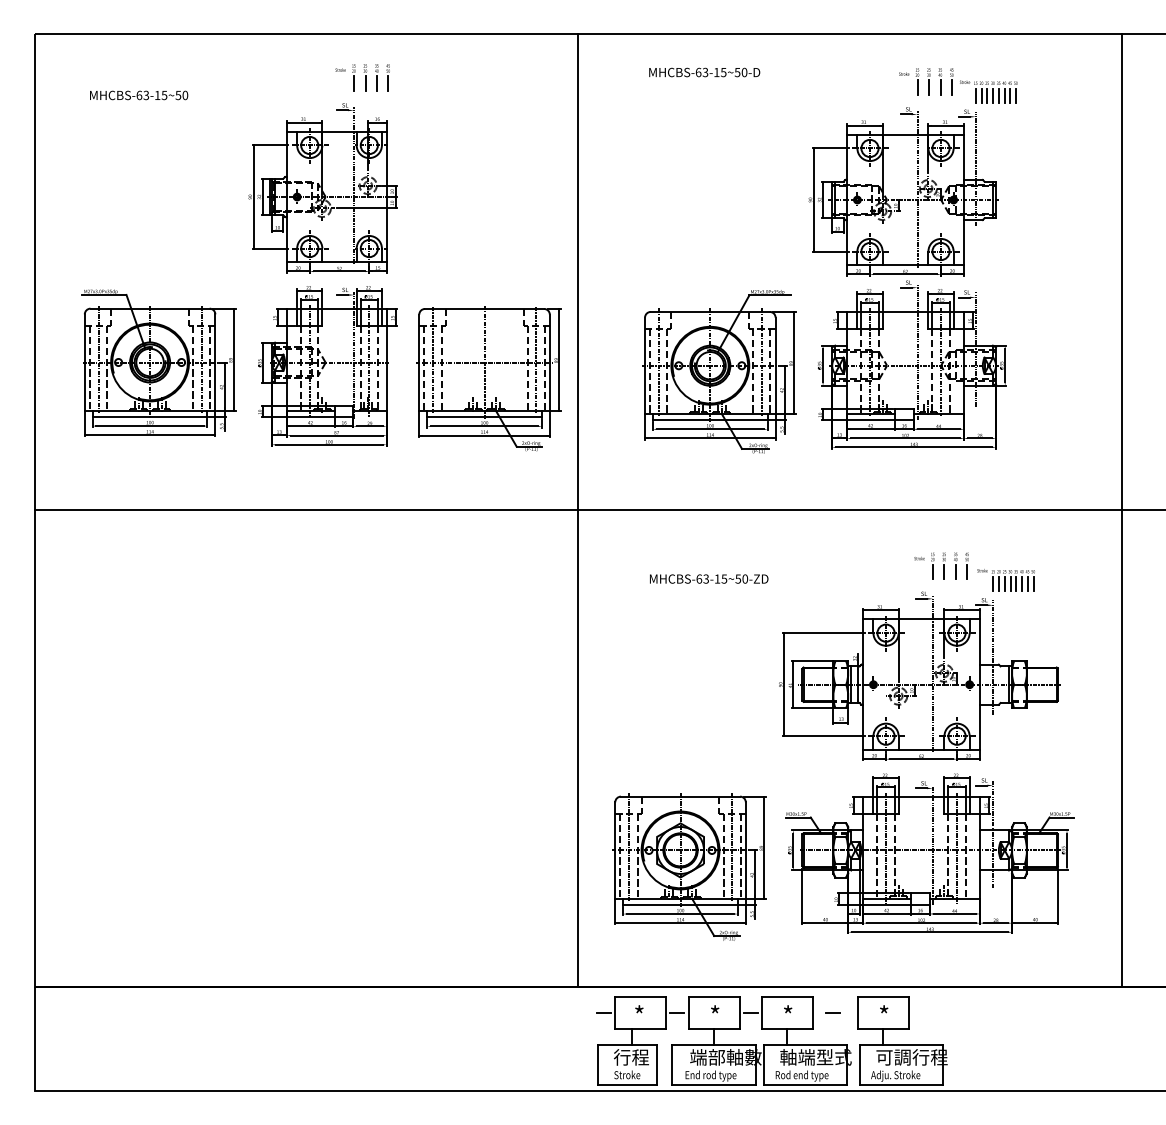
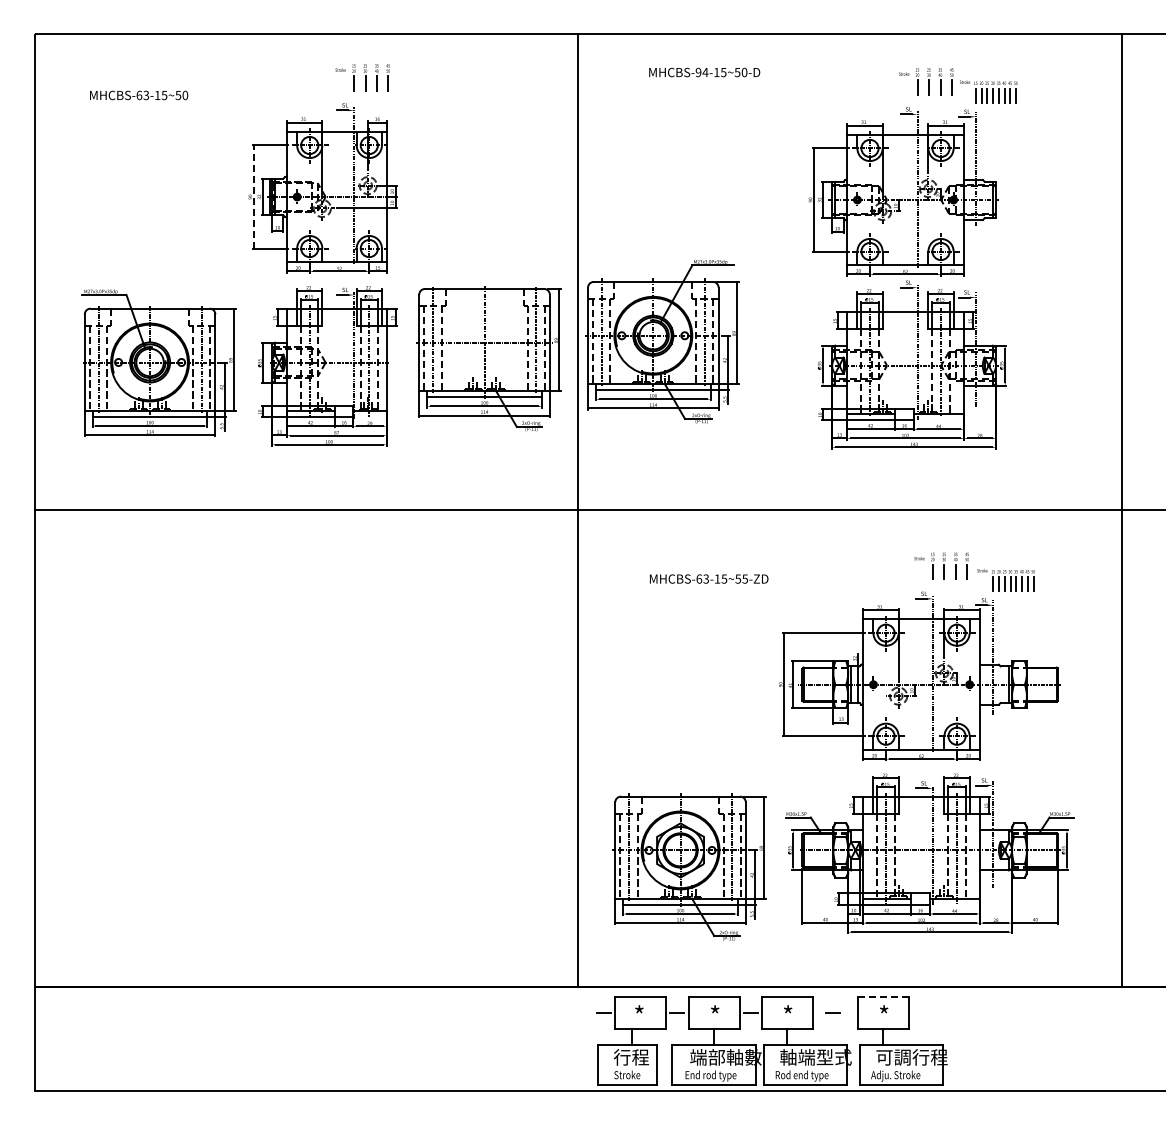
text at (701, 72): MHCBS-63-15~50-D -> MHCBS-94-15~50-D
line at (253, 197): solid -> dashed
part at (719, 371) position: (719, 371) -> (662, 341)
part at (488, 378) position: (488, 378) -> (488, 358)
text at (745, 578): MHCBS-63-15~50-ZD -> MHCBS-63-15~55-ZD
line at (882, 997): solid -> dashed
